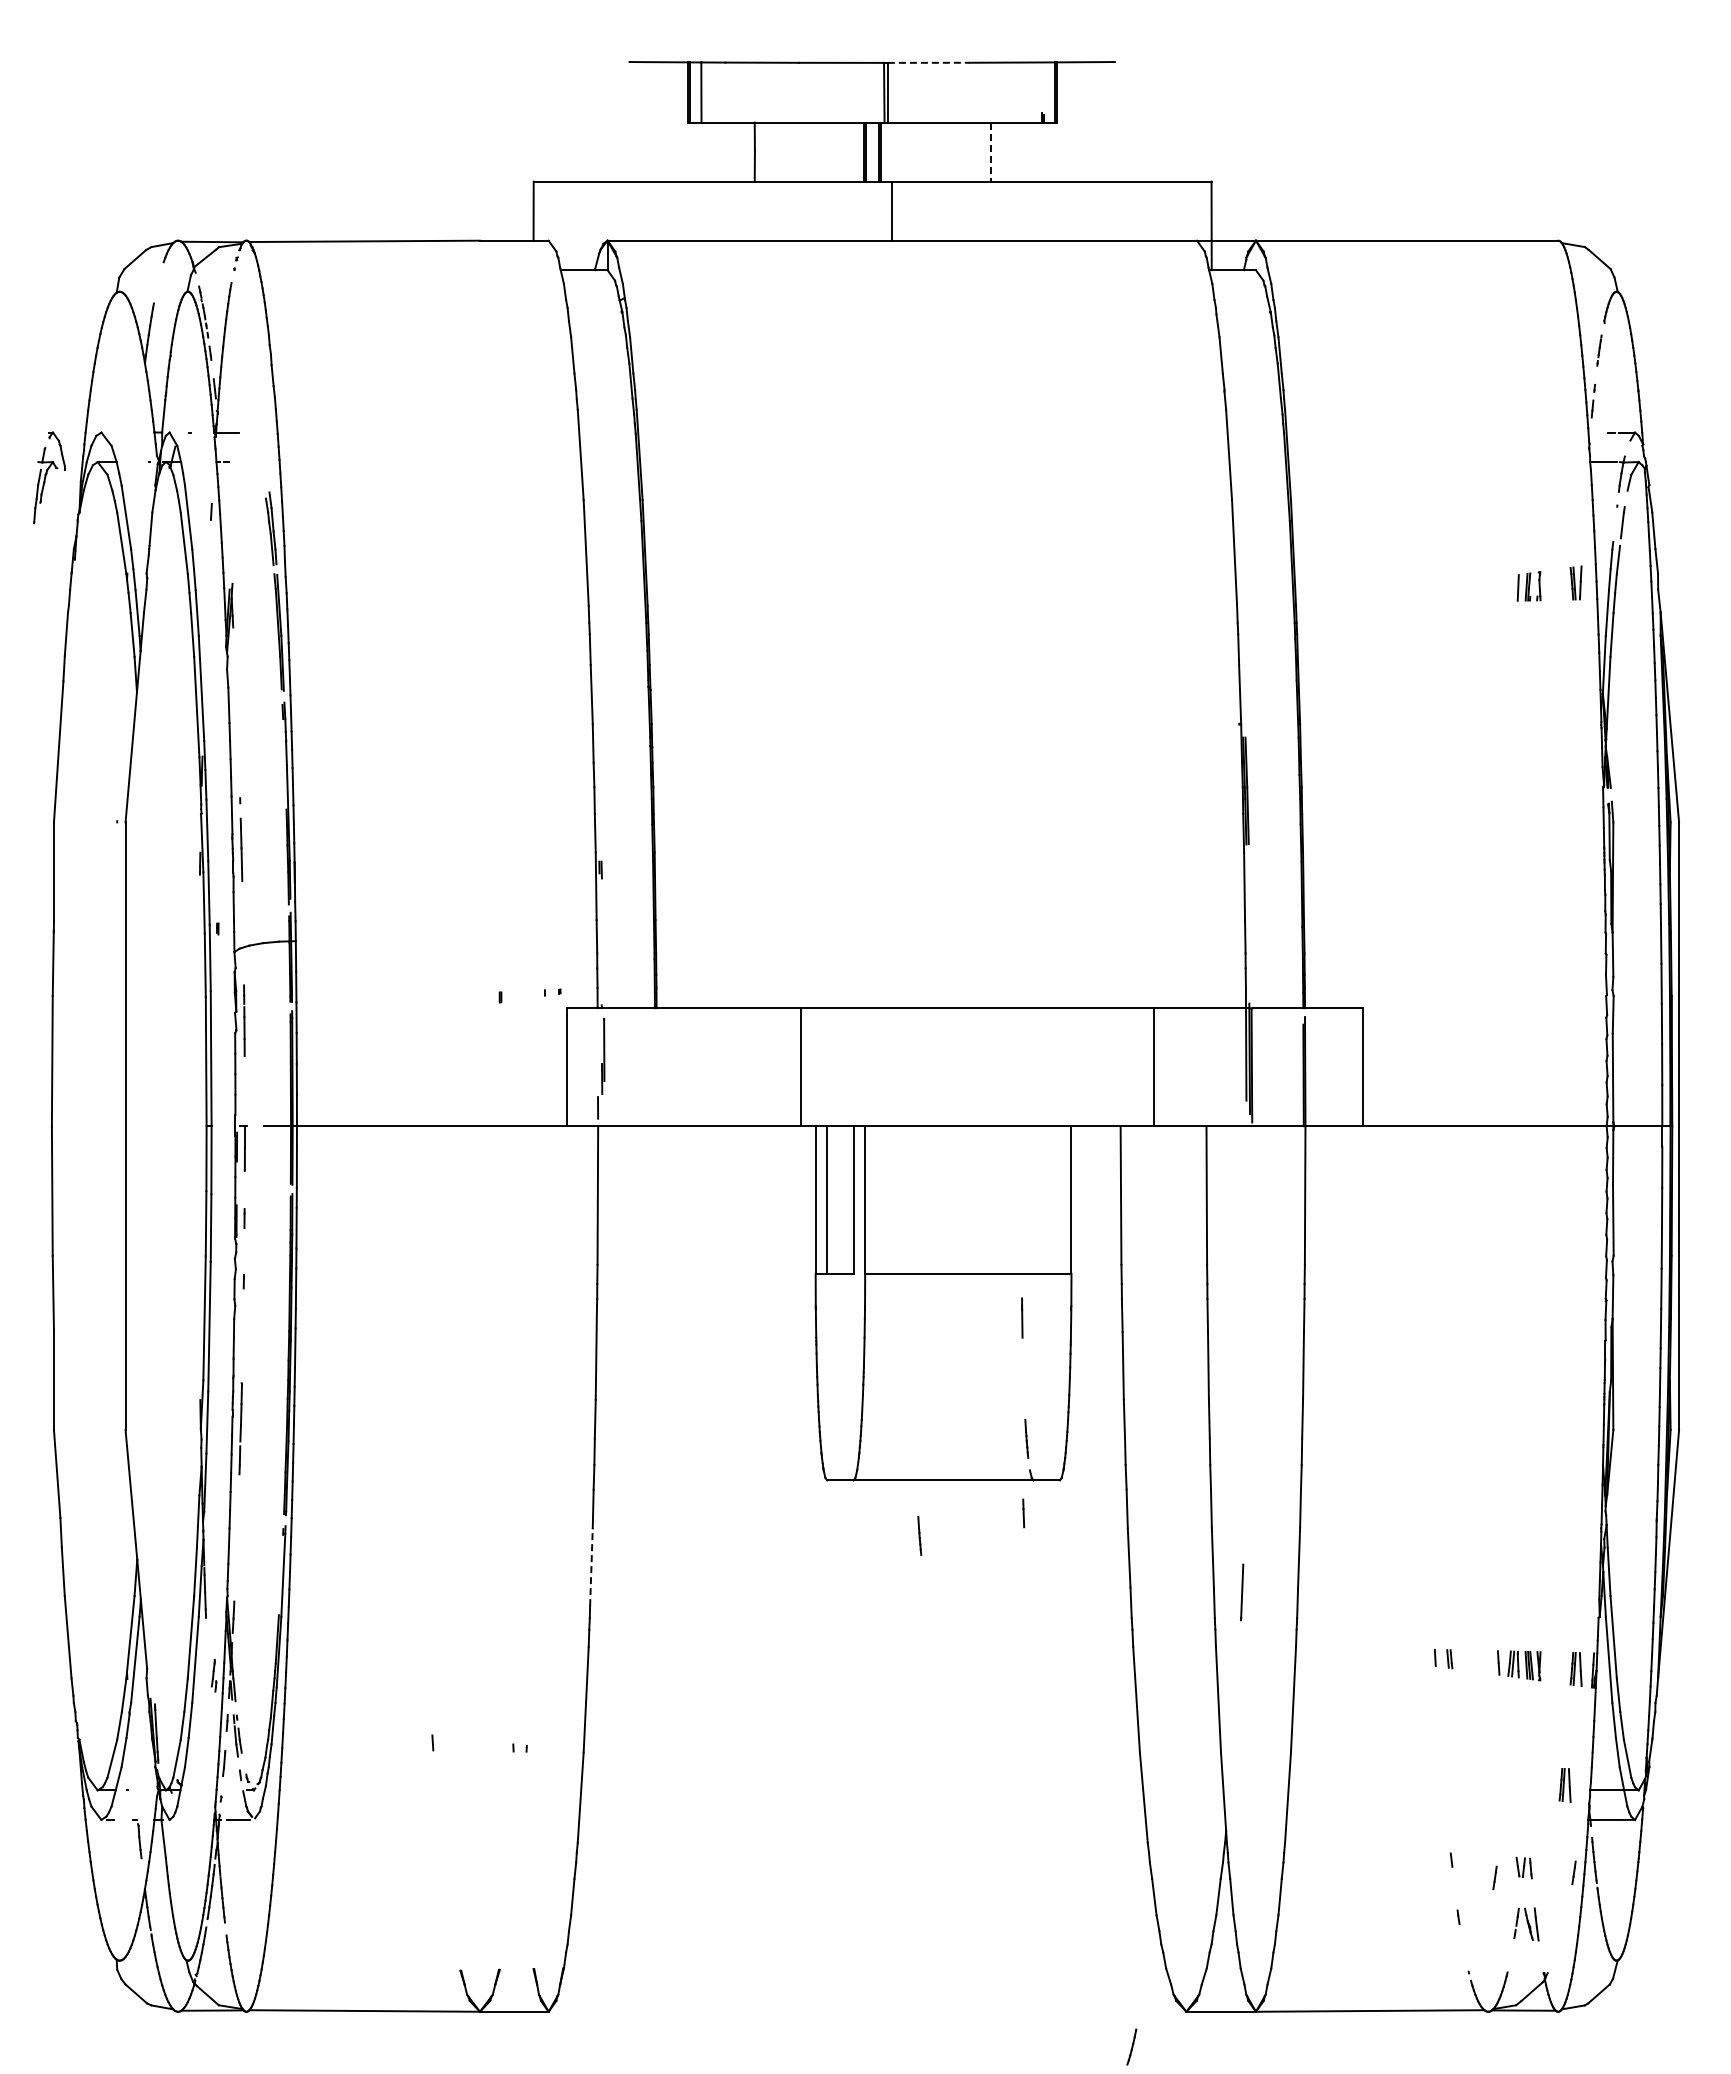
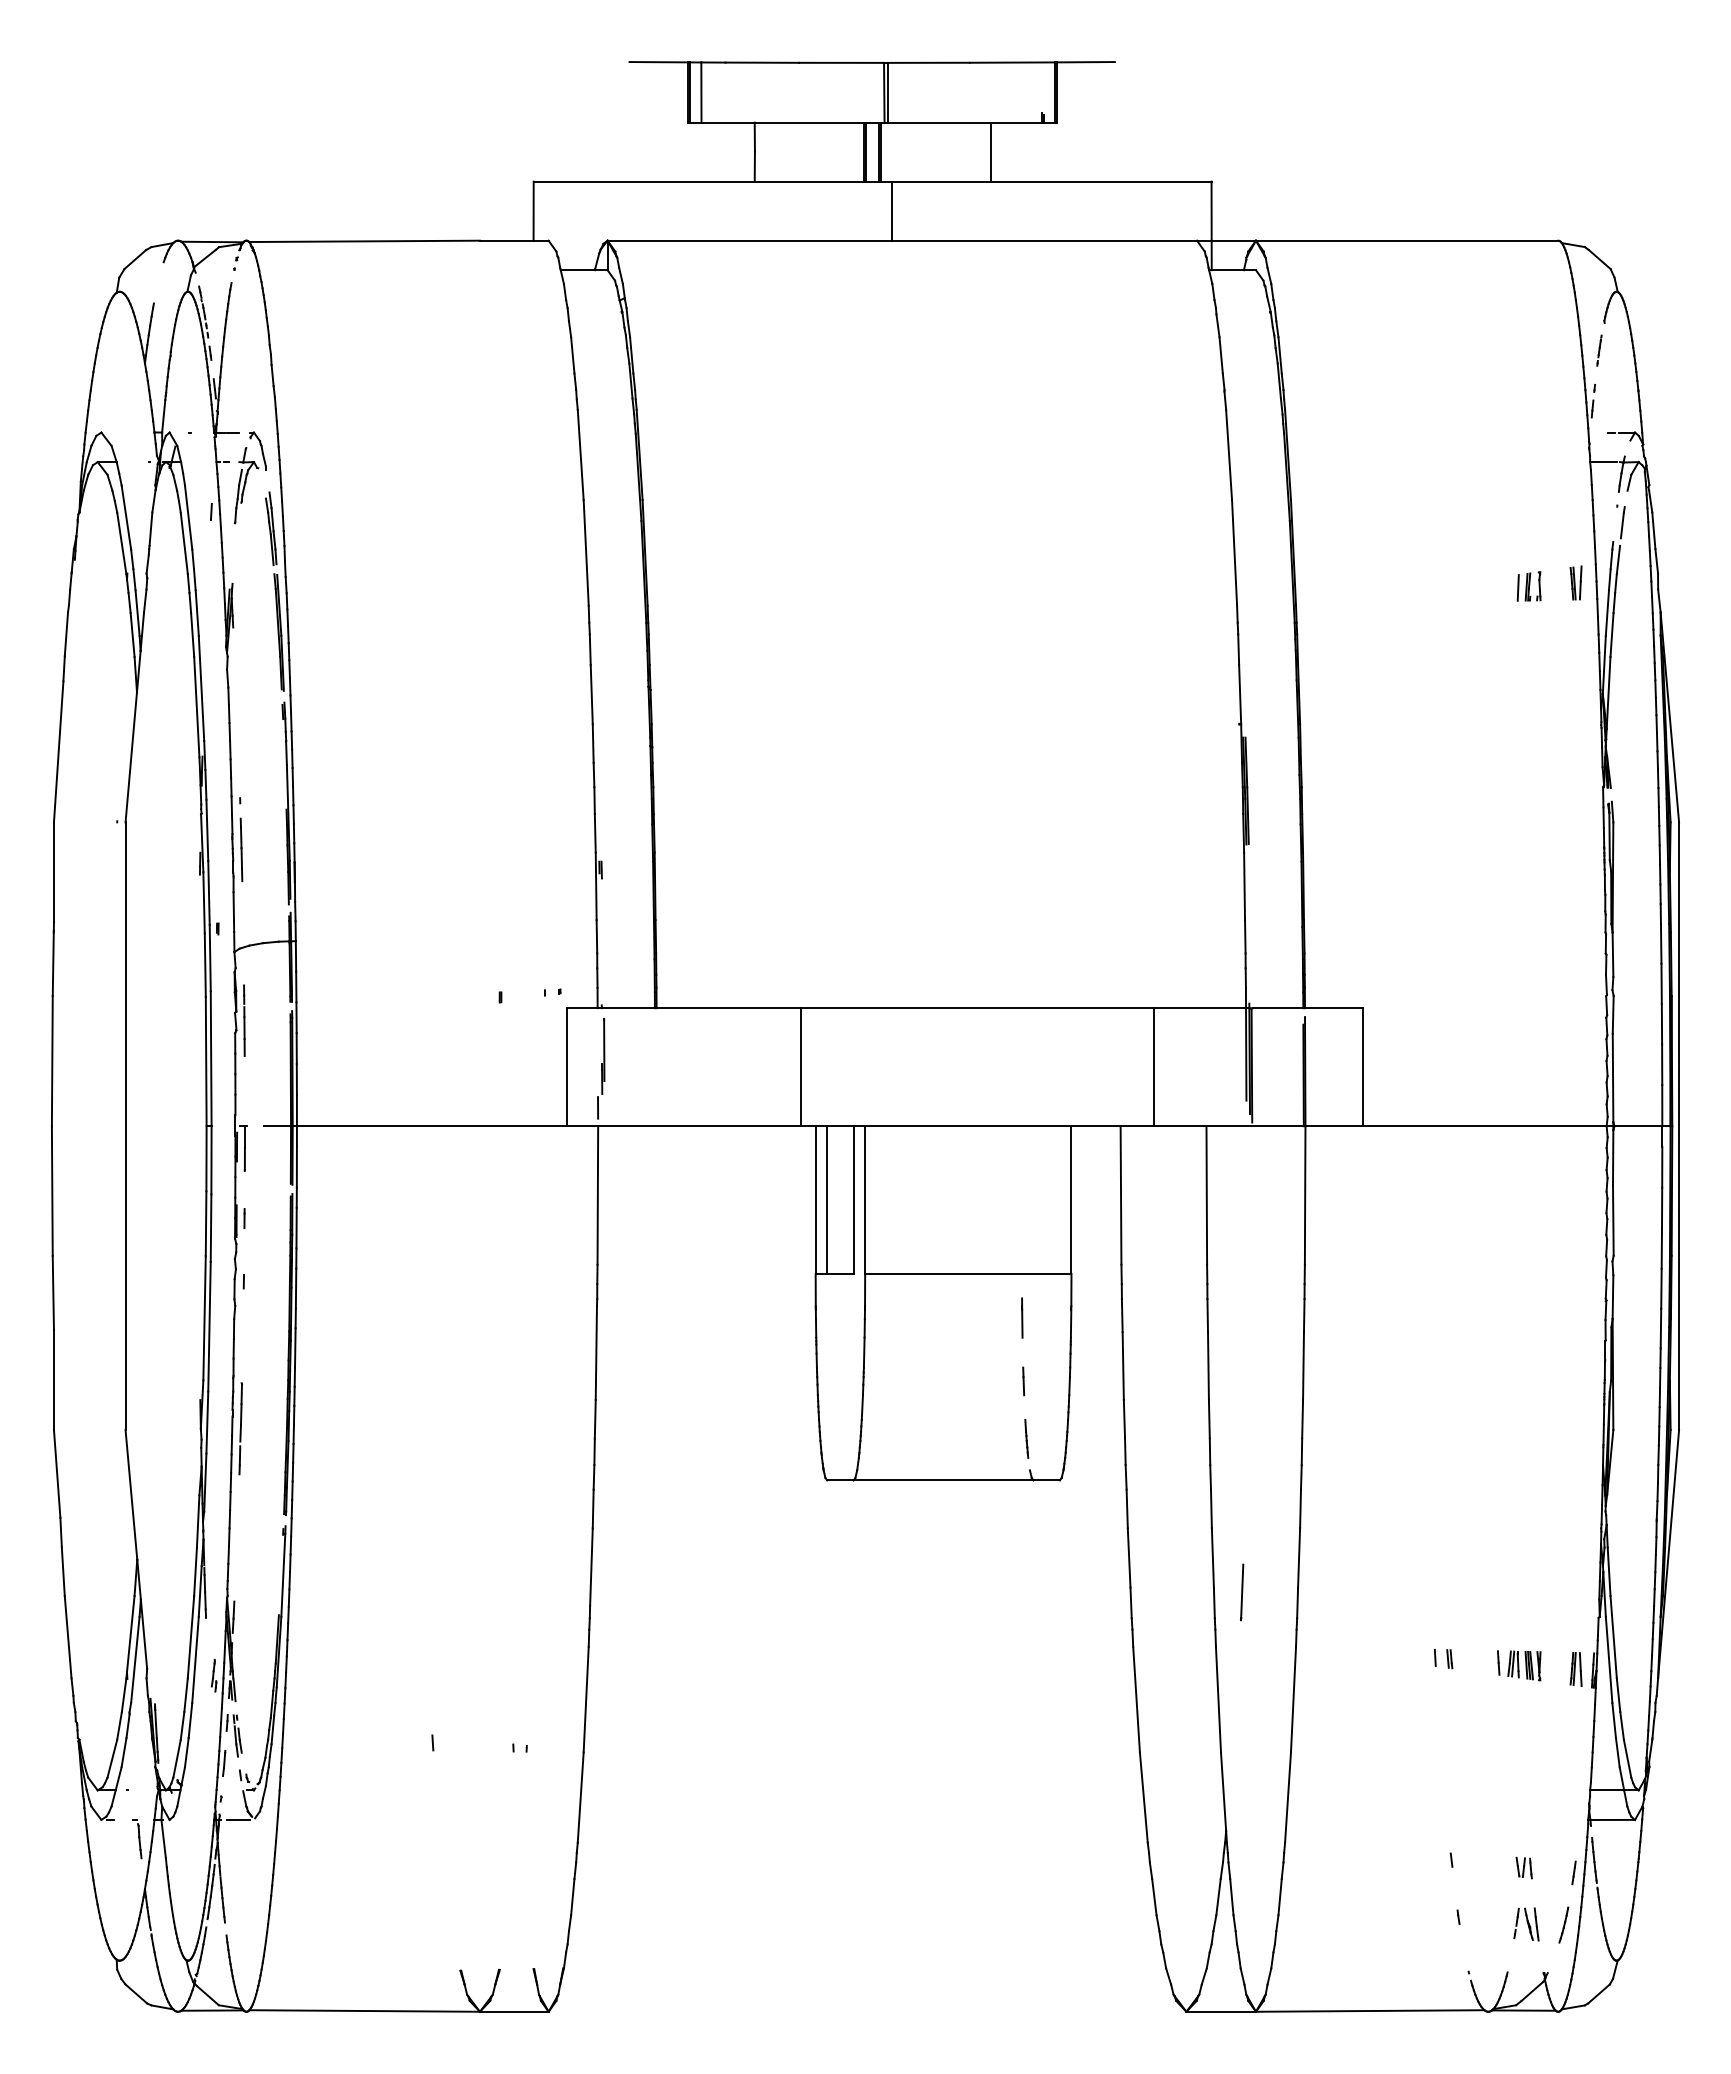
line at (928, 62): dashed -> solid
line at (990, 152): dashed -> solid
part at (49, 477) position: (49, 477) -> (250, 477)
line at (1023, 1513) position: (1023, 1513) -> (1023, 1381)
line at (919, 1535): present -> none
line at (591, 1567): dashed -> solid
part at (1564, 1785): present -> none
line at (1494, 1877): present -> none
line at (1131, 2046) position: (1131, 2046) -> (1563, 1924)
